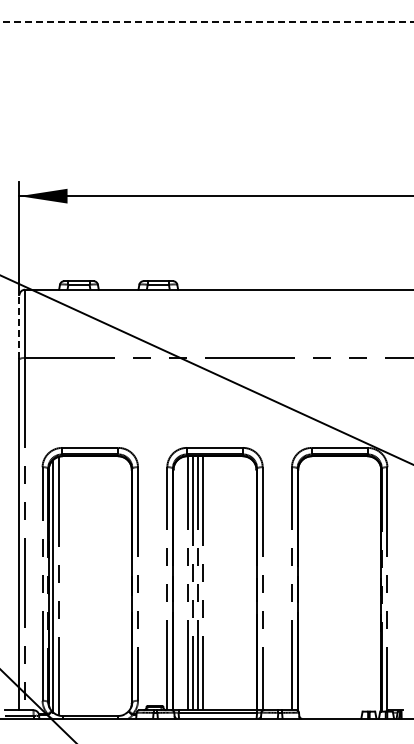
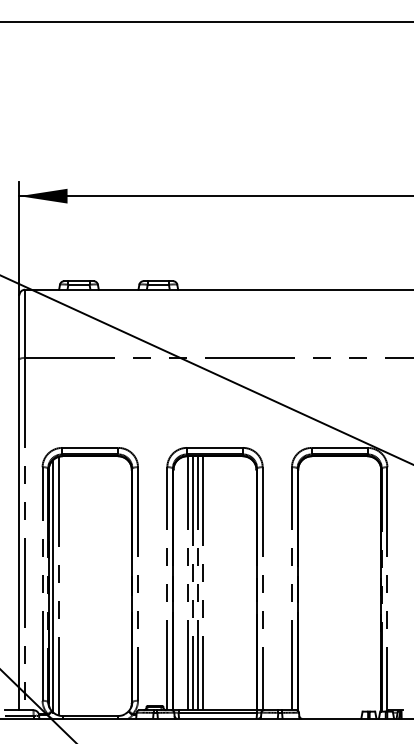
line at (207, 22): dashed -> solid
line at (19, 327): dashed -> solid
